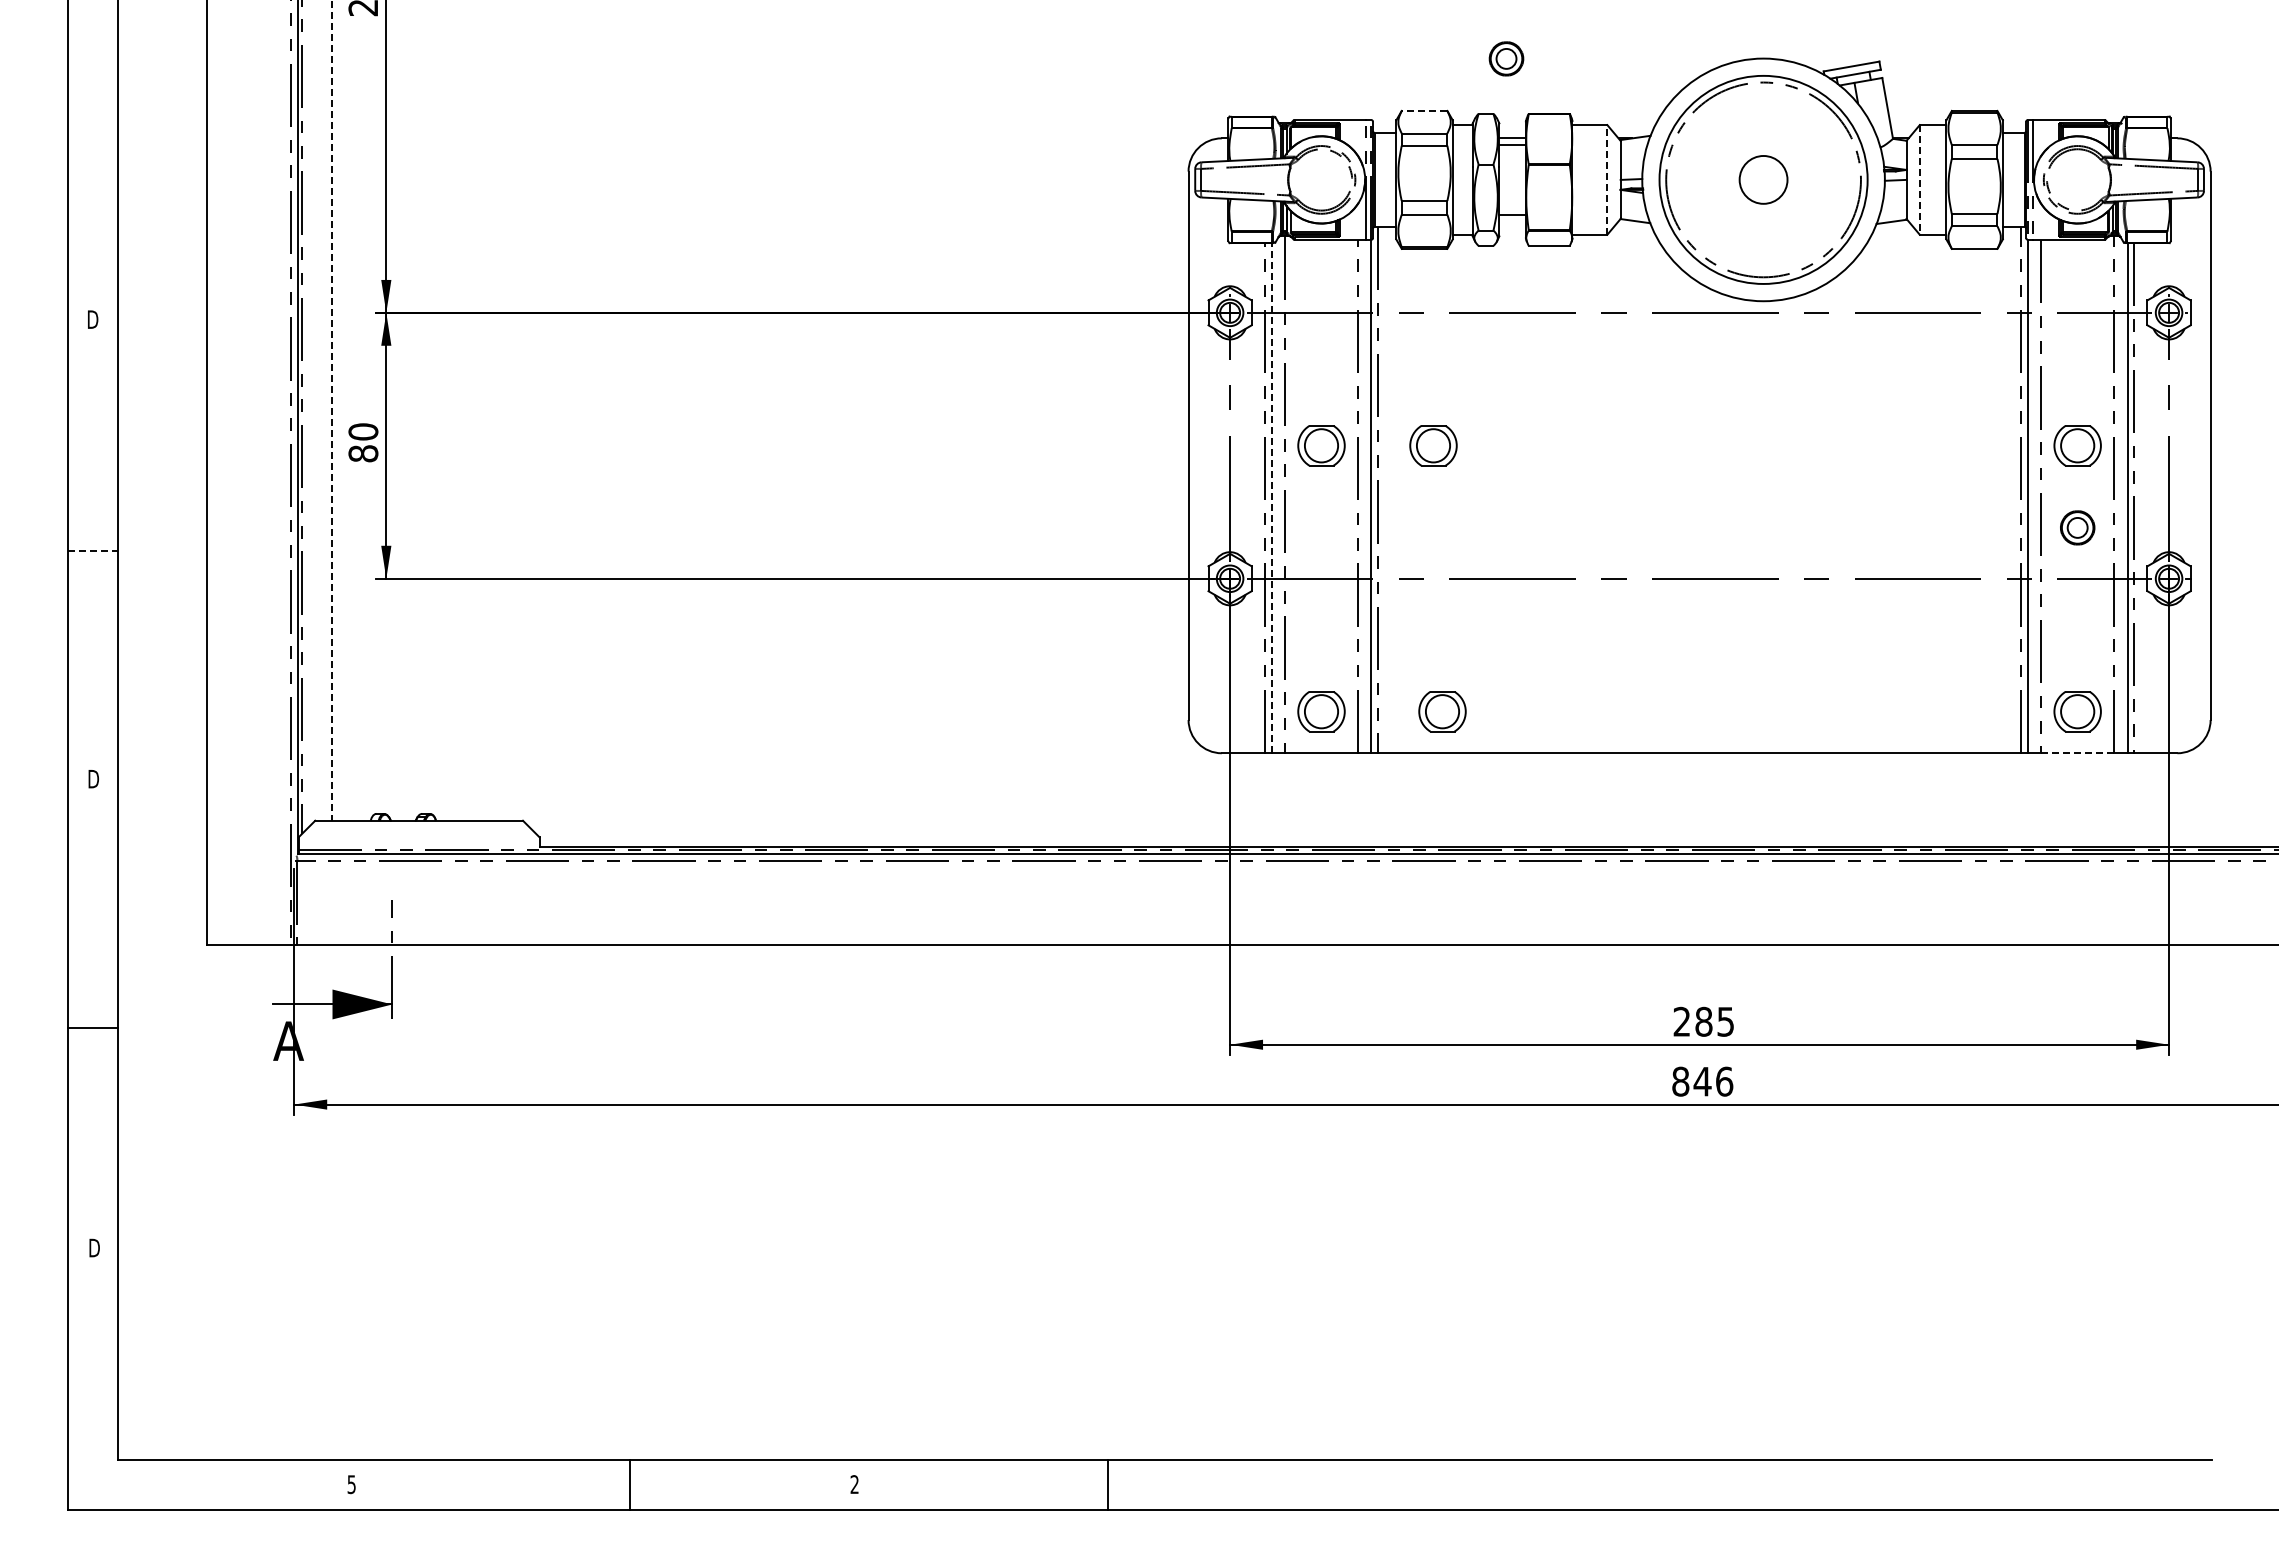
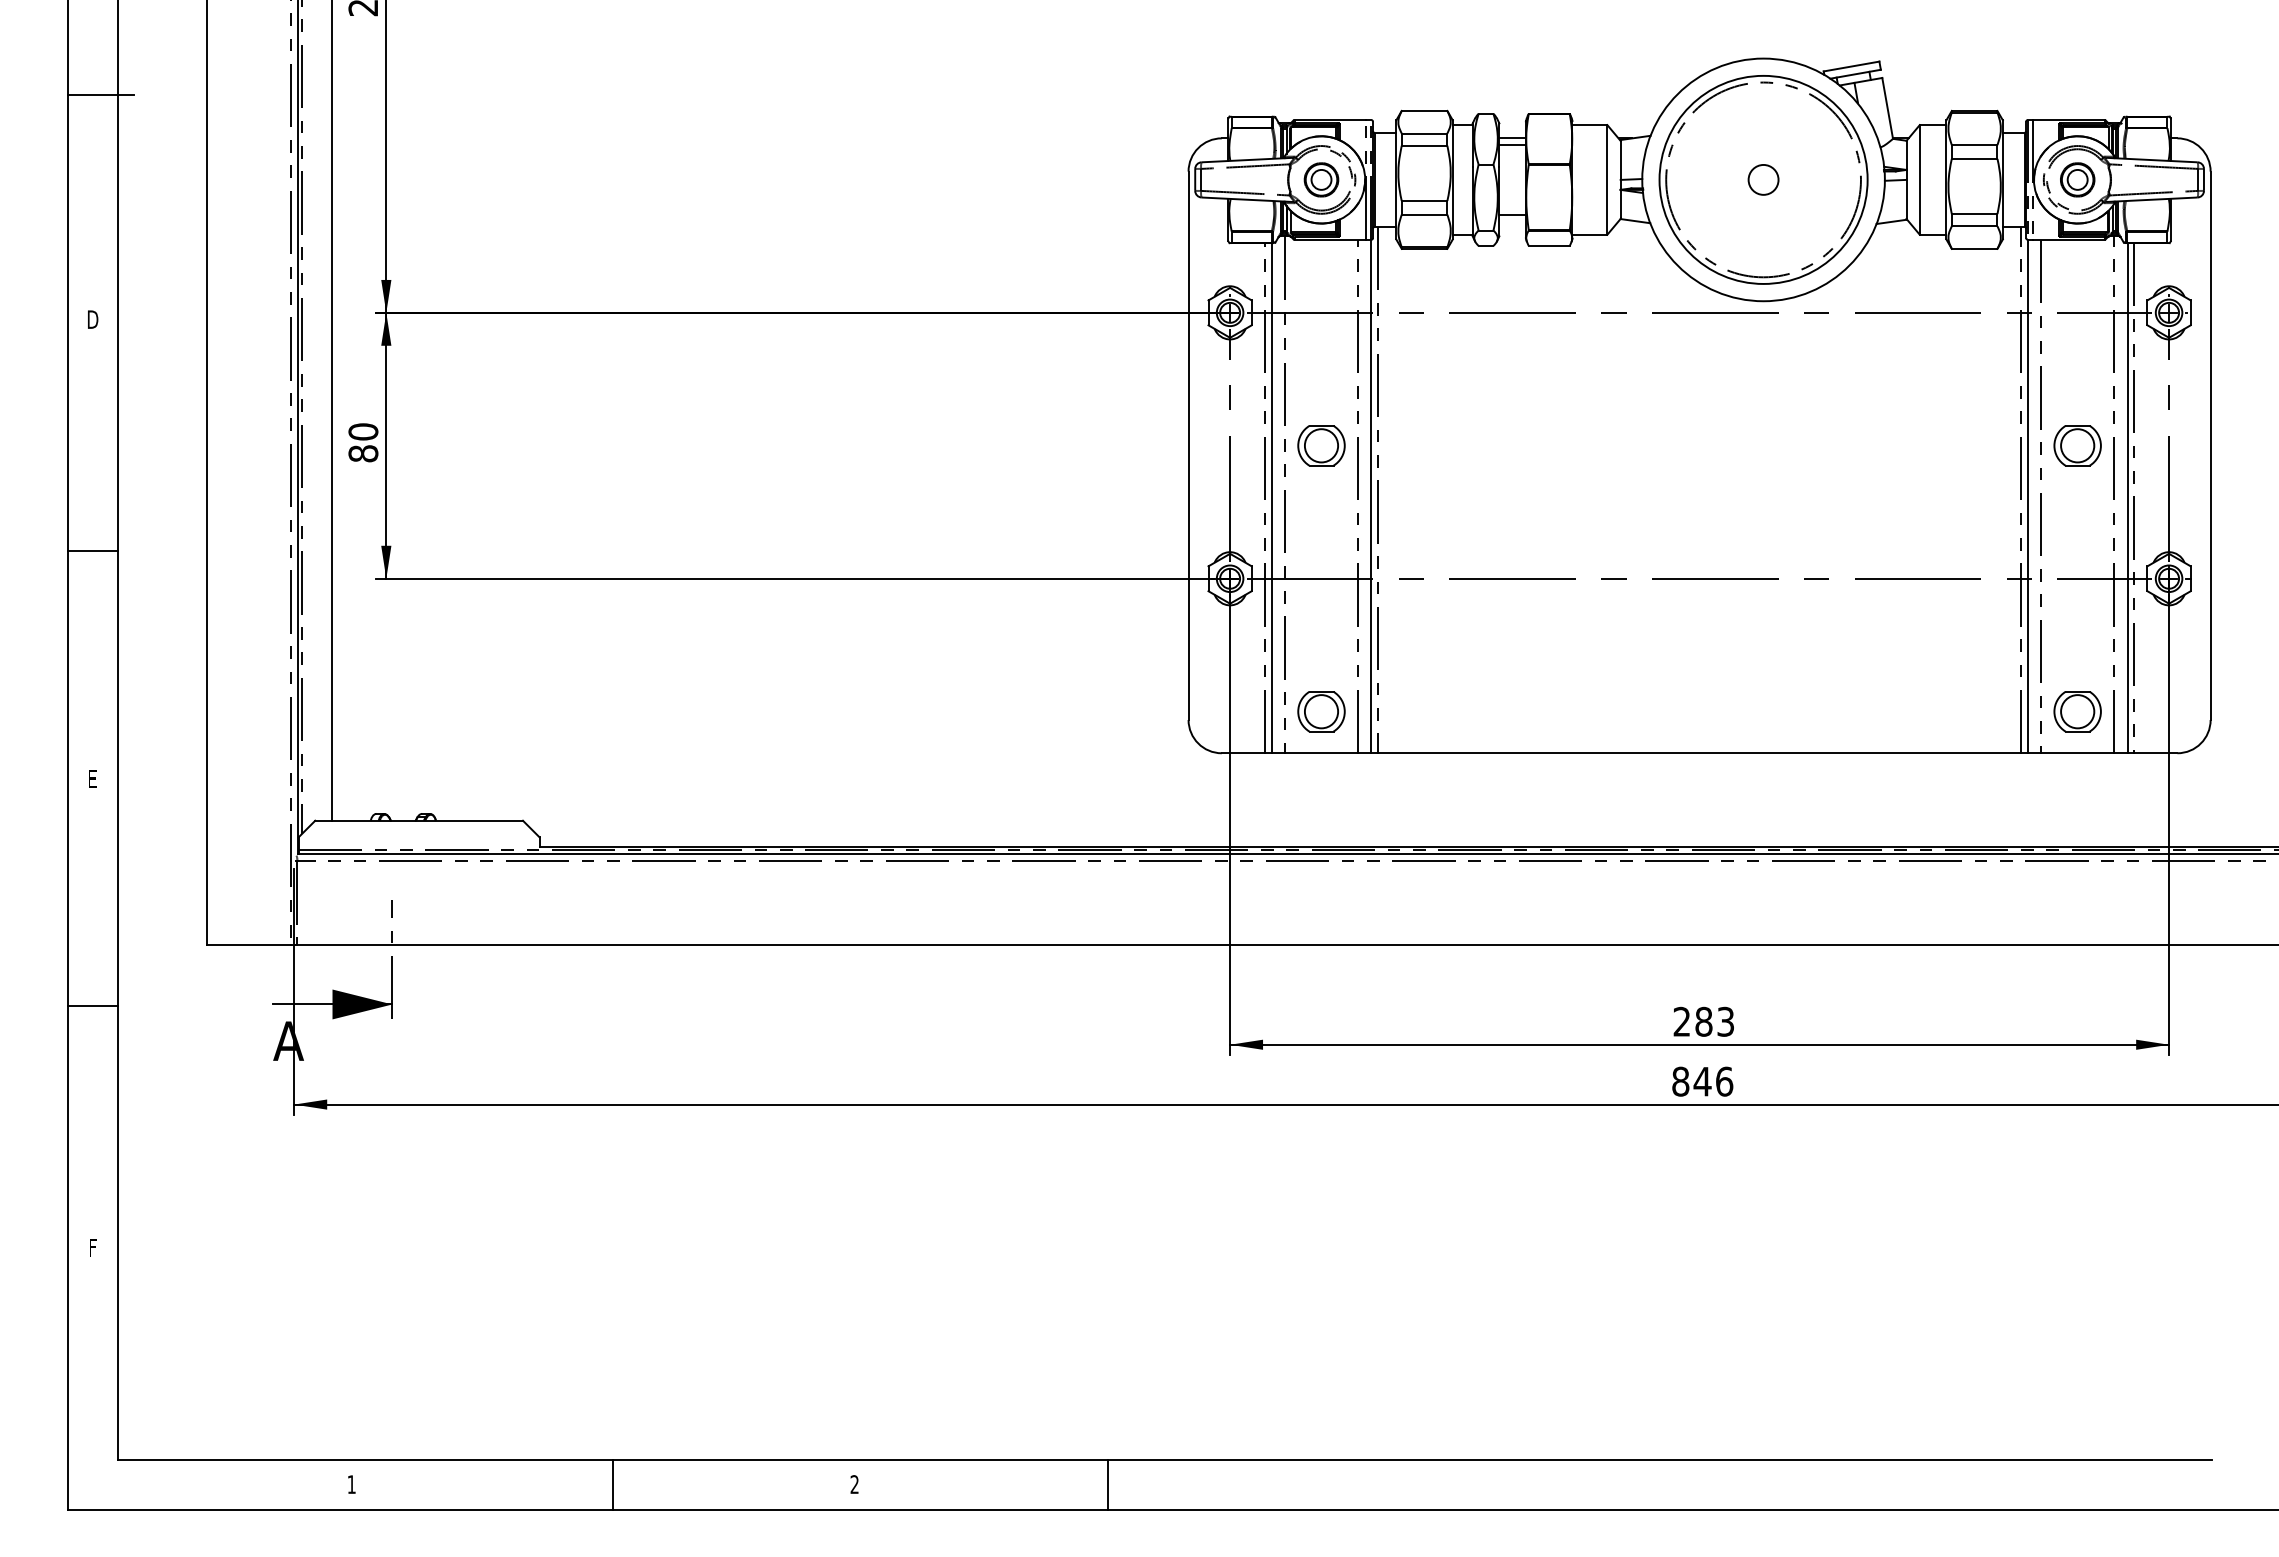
part at (1506, 58) position: (1506, 58) -> (1321, 179)
line at (100, 94): none -> present
line at (1424, 110): dashed -> solid
line at (1607, 179): dashed -> solid
circle at (1763, 179) diameter: 48 px -> 30 px
line at (1919, 179): dashed -> solid
line at (331, 410): dashed -> solid
part at (1433, 445): present -> none
line at (1271, 497): dashed -> solid
part at (2077, 527) position: (2077, 527) -> (2077, 179)
line at (93, 550): dashed -> solid
part at (1442, 711): present -> none
line at (2077, 753): dashed -> solid
text at (93, 779): D -> E
text at (1725, 1021): 285 -> 283
line at (93, 1028) position: (93, 1028) -> (93, 1006)
text at (94, 1247): D -> F
text at (351, 1484): 5 -> 1
line at (630, 1485) position: (630, 1485) -> (613, 1485)
